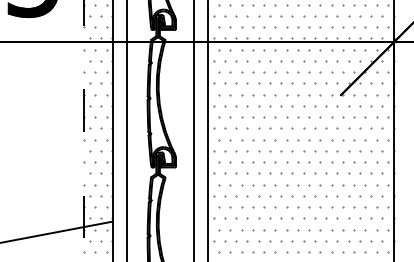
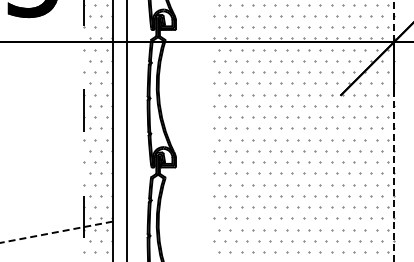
line at (194, 130): present -> none
line at (208, 130): present -> none
line at (394, 131): solid -> dashed
line at (56, 232): solid -> dashed
